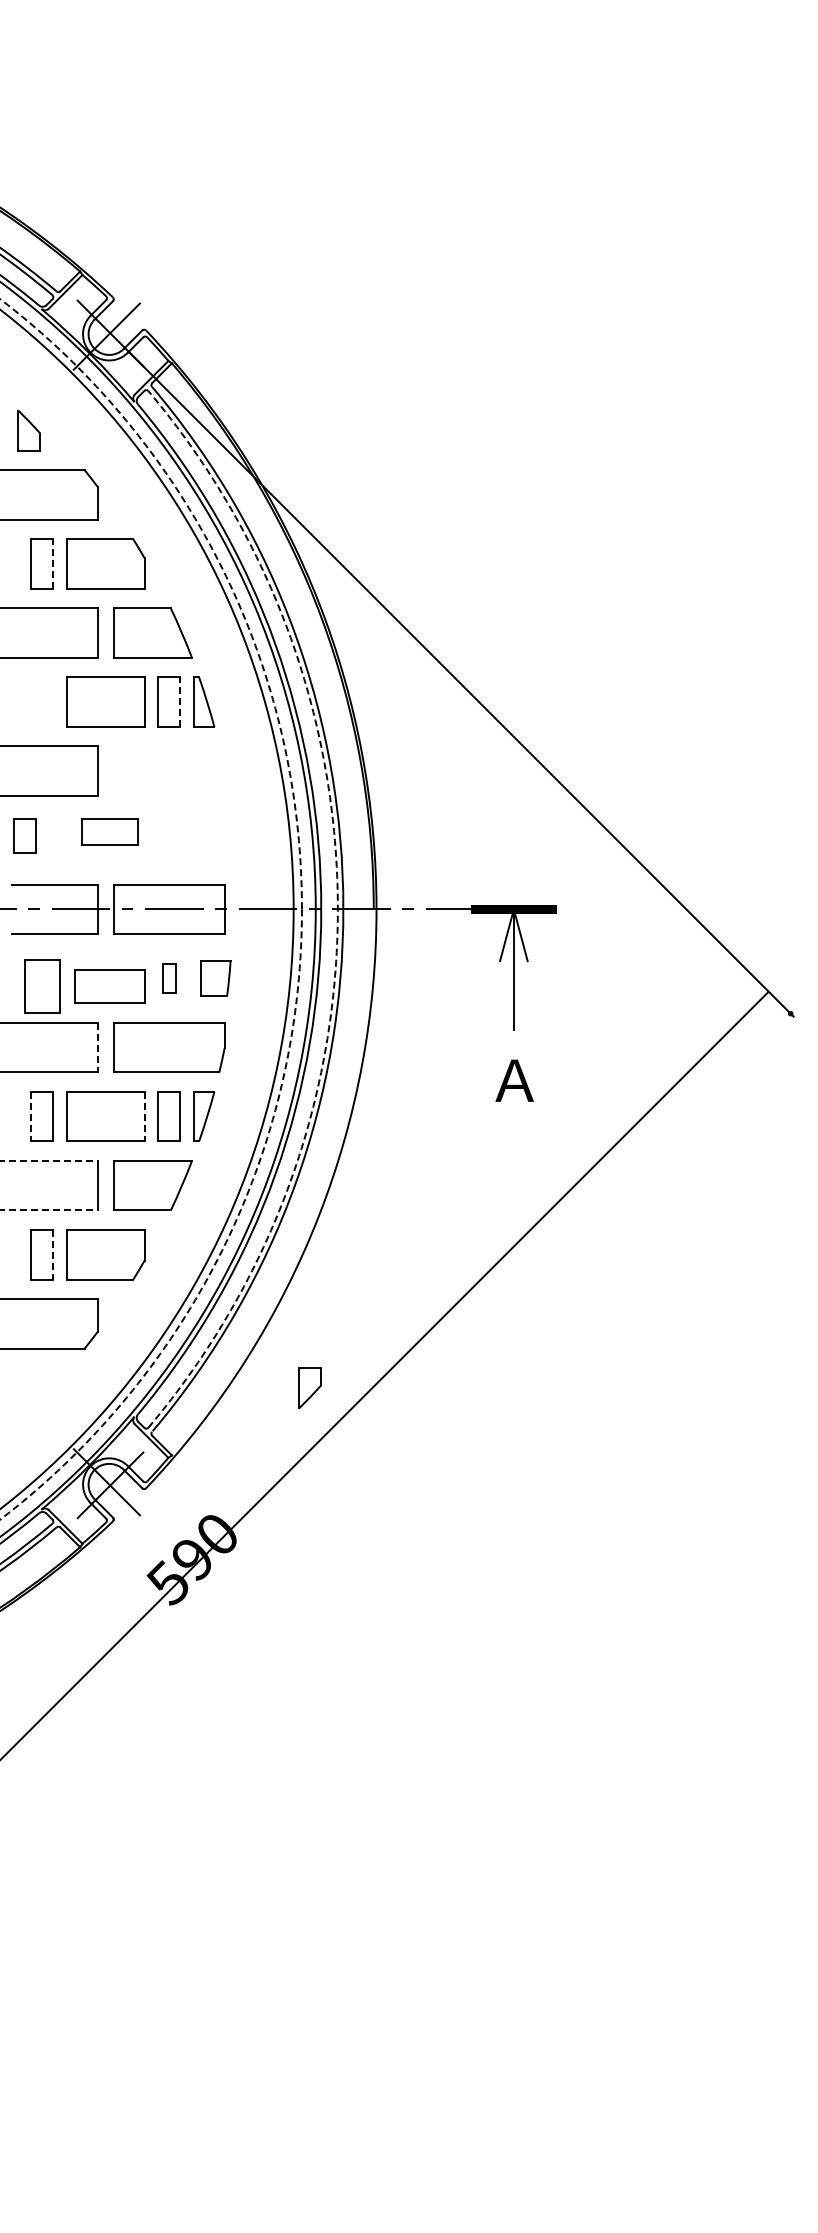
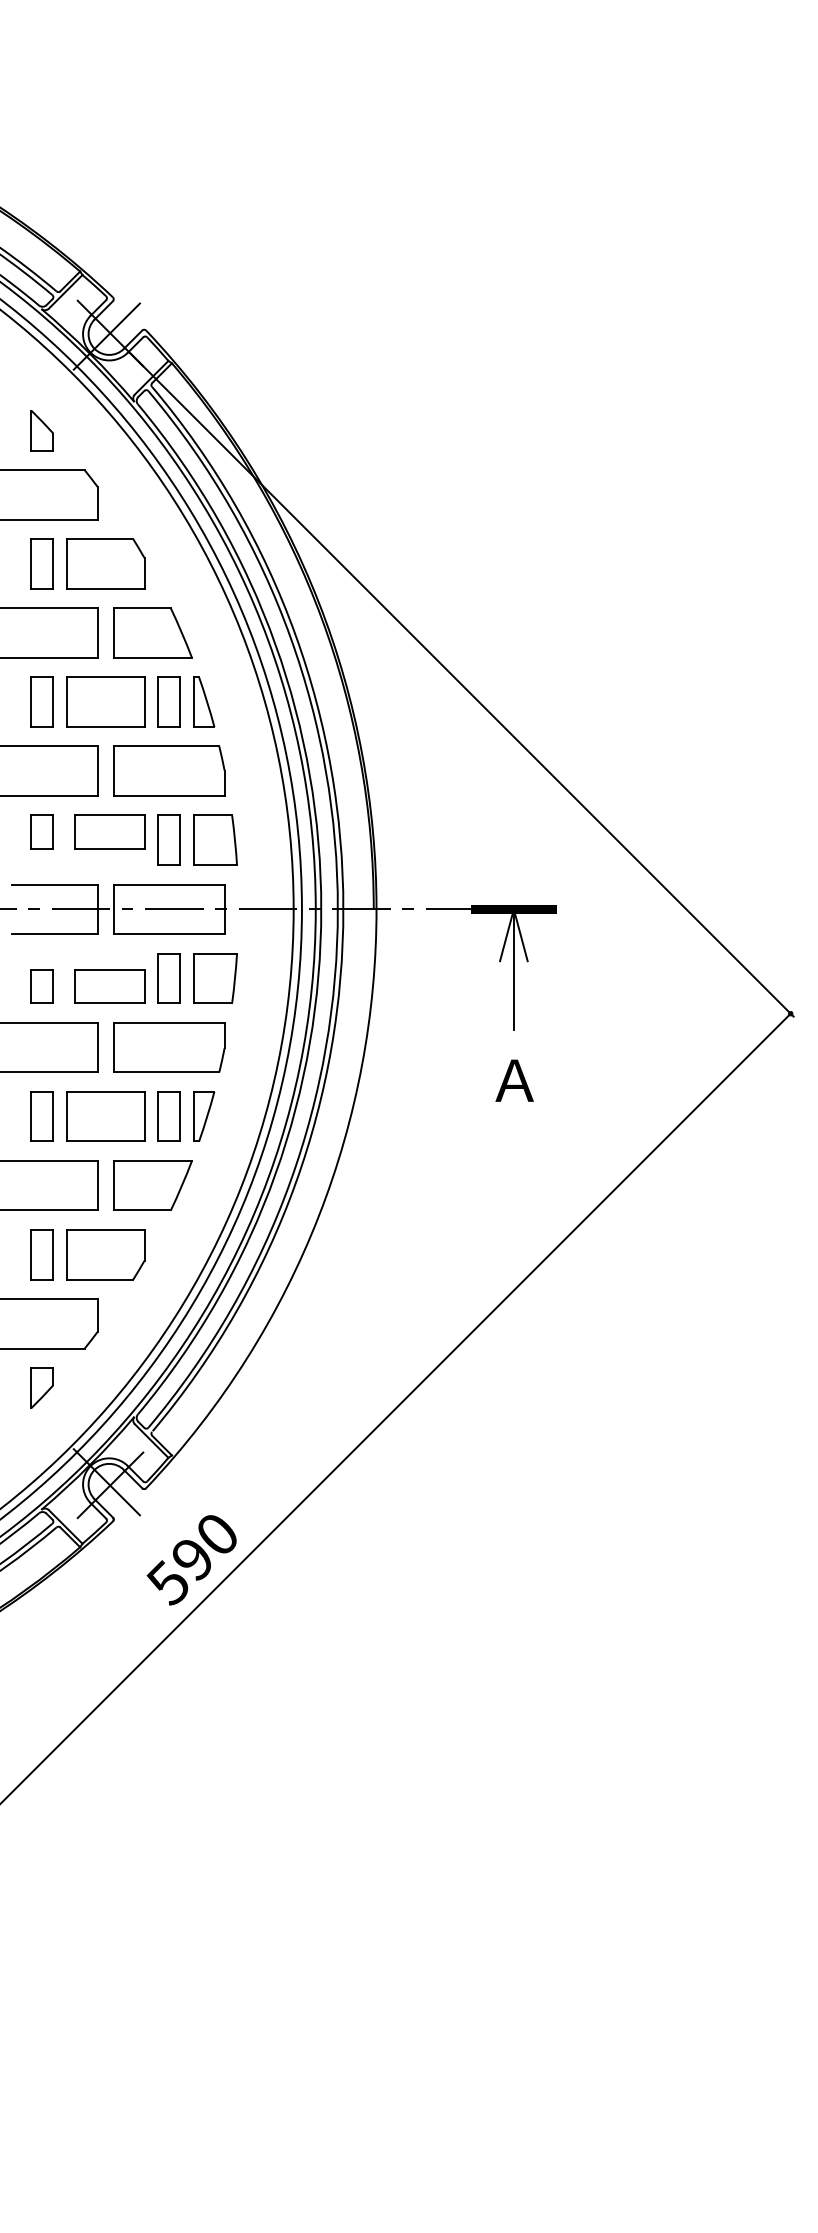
part at (28, 430) position: (28, 430) -> (41, 430)
line at (53, 564): dashed -> solid
part at (41, 701): none -> present
line at (180, 702): dashed -> solid
part at (169, 770): none -> present
part at (109, 831) size: 58x28 px -> 72x36 px
part at (24, 835) position: (24, 835) -> (41, 831)
part at (168, 839): none -> present
part at (215, 839): none -> present
circle at (150, 909): dashed -> solid
arc at (337, 909): dashed -> solid
part at (169, 978) size: 15x31 px -> 24x51 px
part at (215, 978) size: 32x37 px -> 45x51 px
part at (42, 986) size: 37x55 px -> 24x35 px
line at (97, 1047): dashed -> solid
line at (31, 1116): dashed -> solid
line at (144, 1116): dashed -> solid
line at (48, 1160): dashed -> solid
line at (48, 1210): dashed -> solid
line at (53, 1254): dashed -> solid
line at (385, 1374) position: (385, 1374) -> (396, 1407)
part at (309, 1387) position: (309, 1387) -> (41, 1387)
